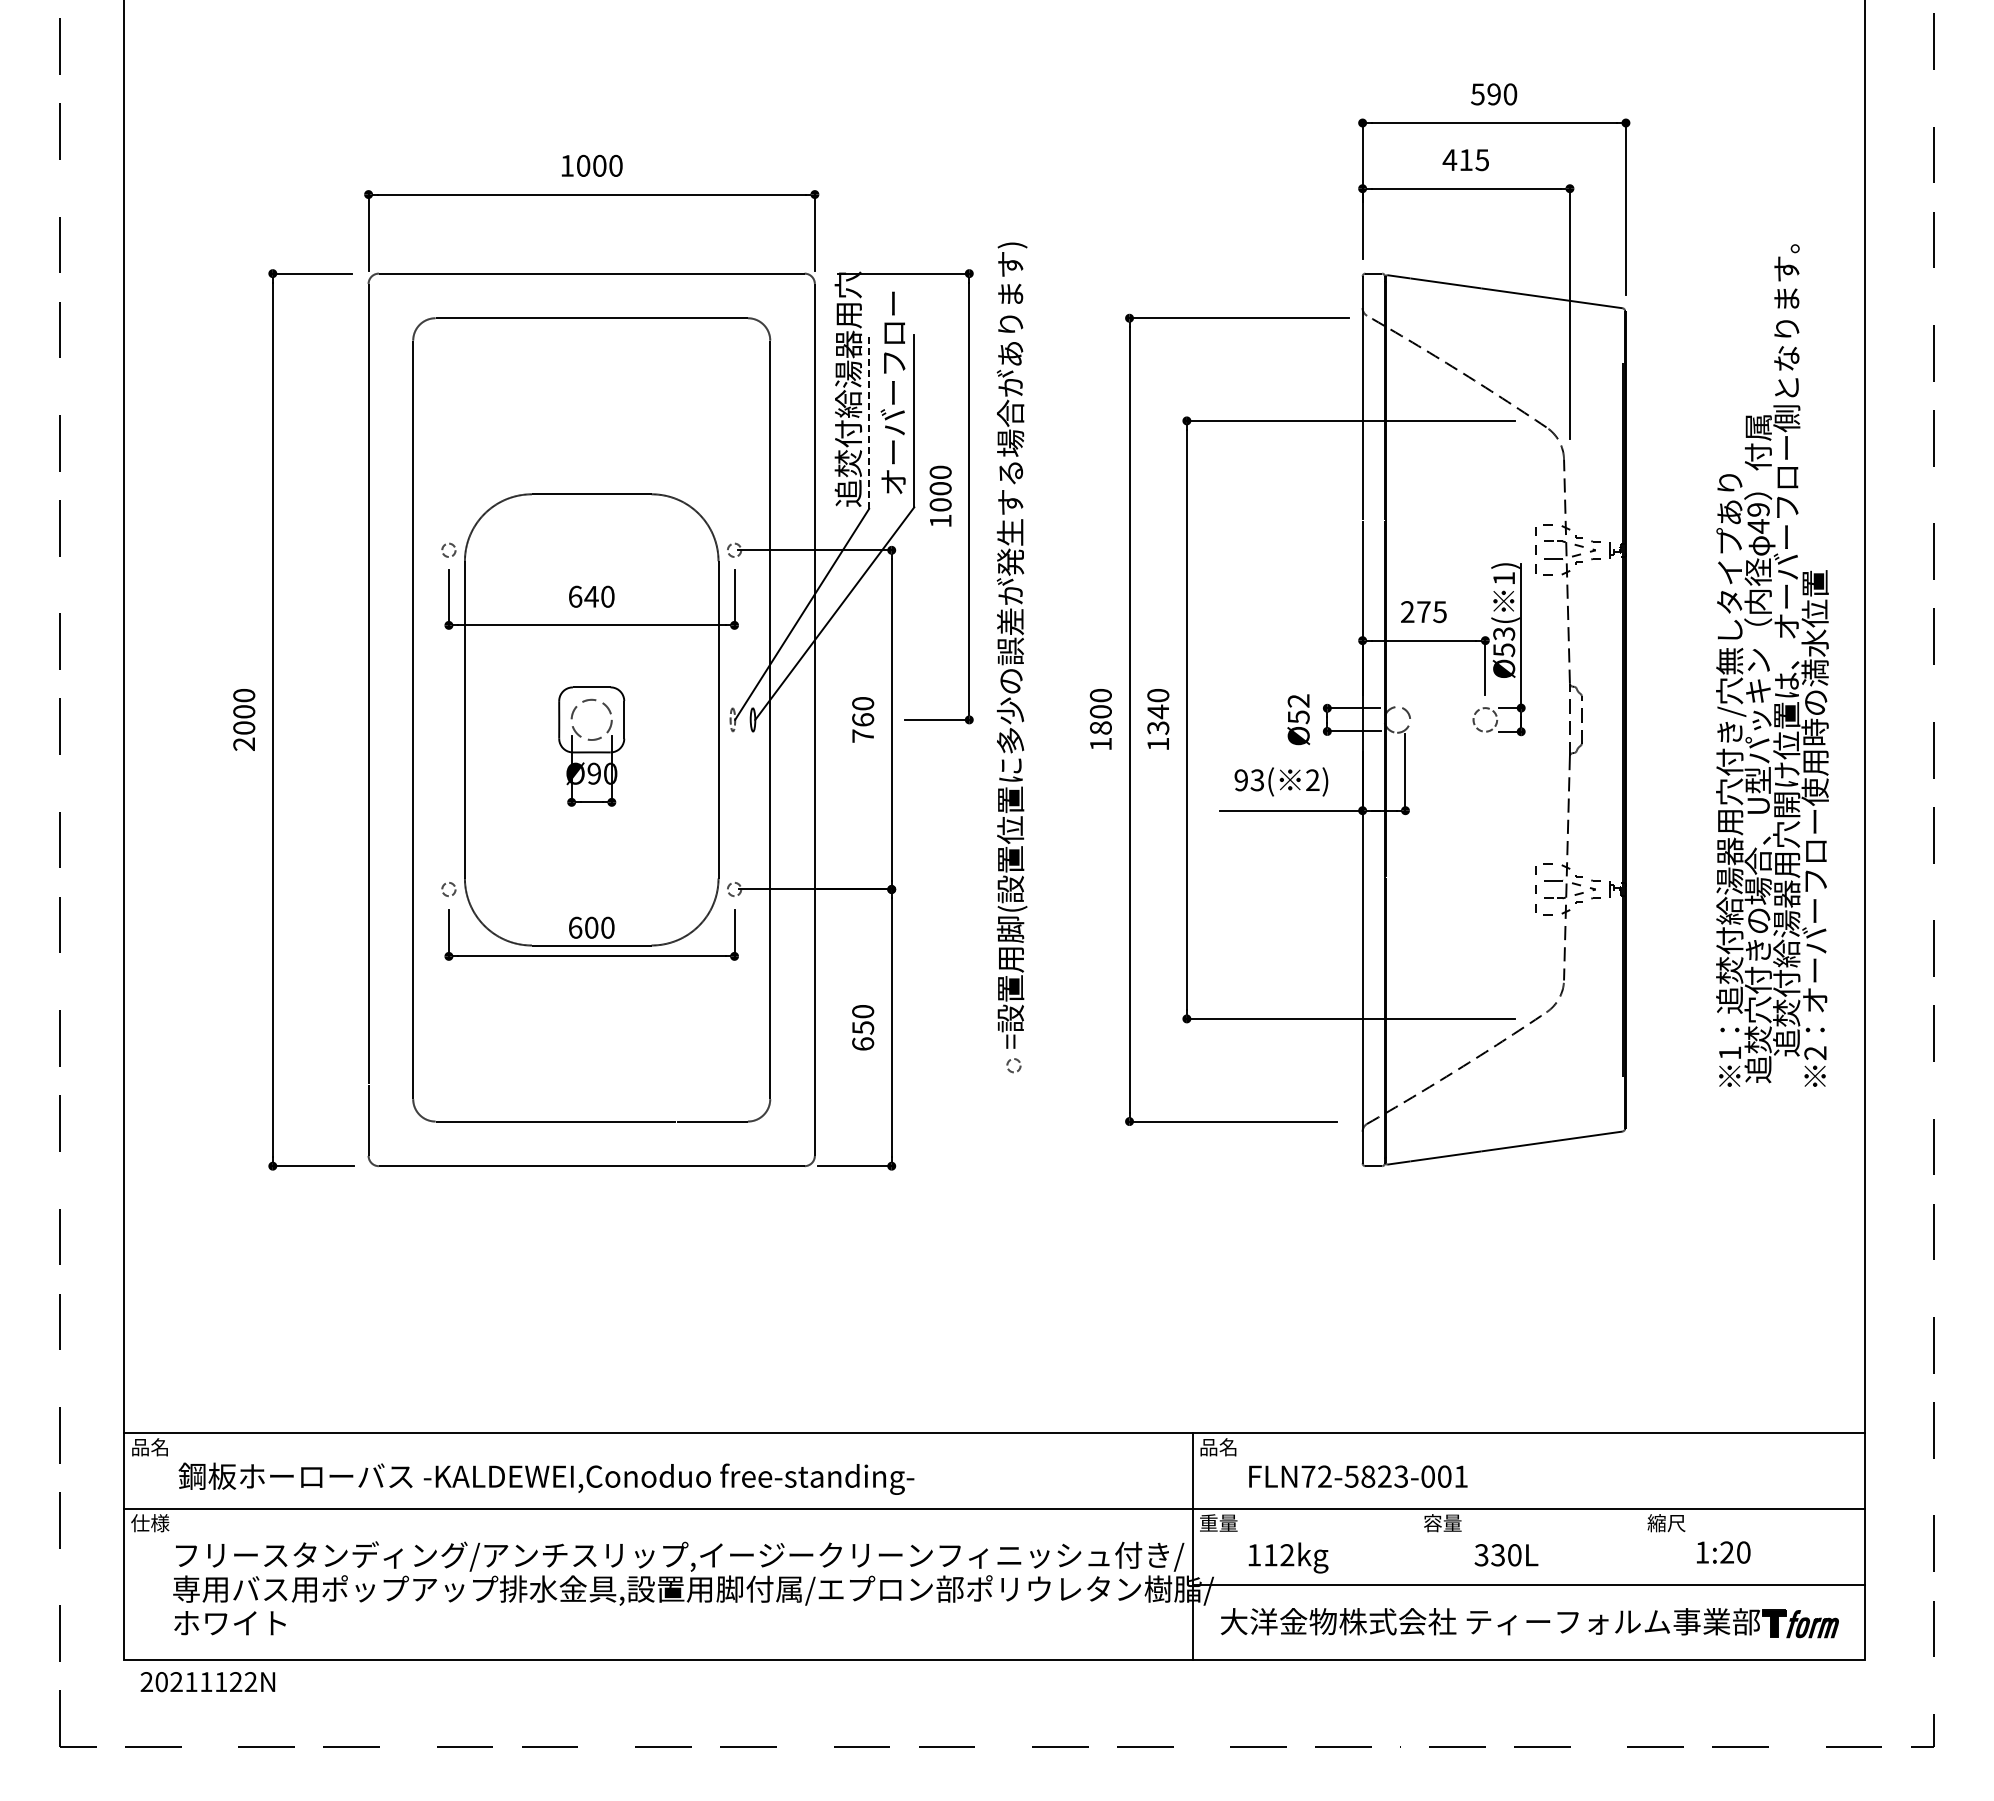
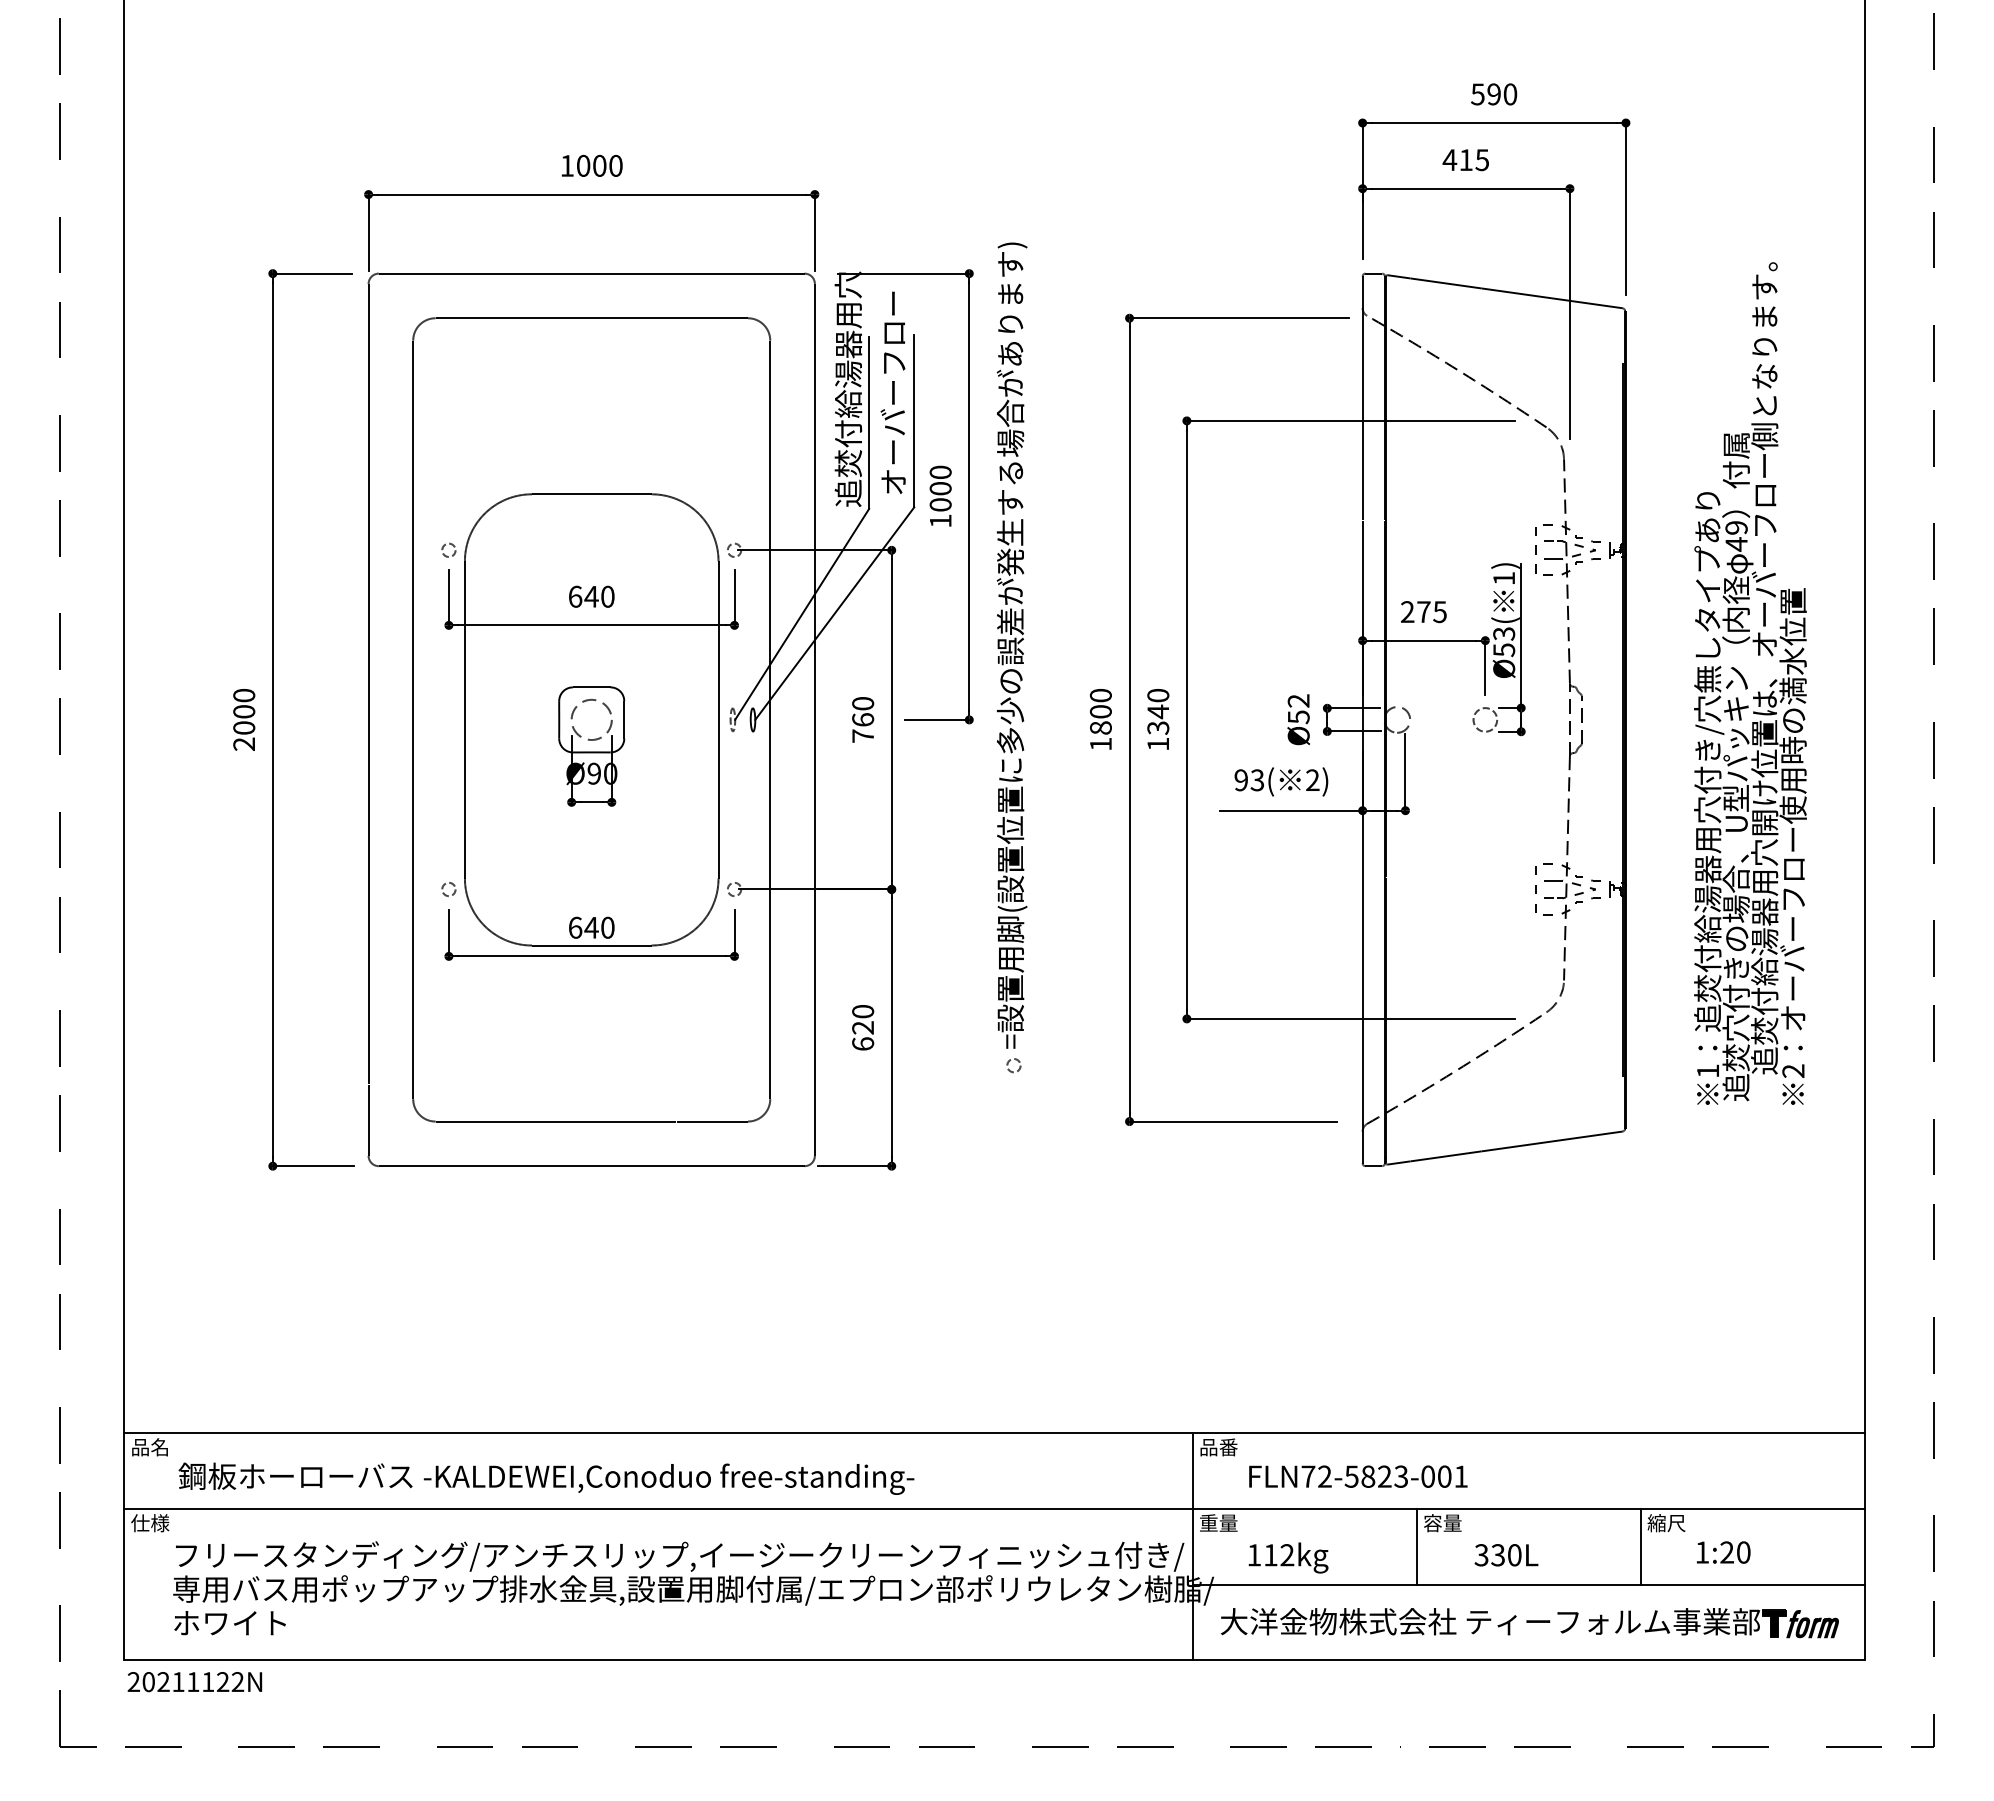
line at (869, 422): dashed -> solid
text at (1772, 665) position: (1772, 665) -> (1750, 683)
text at (591, 927): 600 -> 640
text at (863, 1027): 650 -> 620
text at (1228, 1447): 品名 -> 品番
line at (1416, 1546): none -> present
line at (1640, 1546): none -> present
text at (207, 1682) position: (207, 1682) -> (194, 1682)
